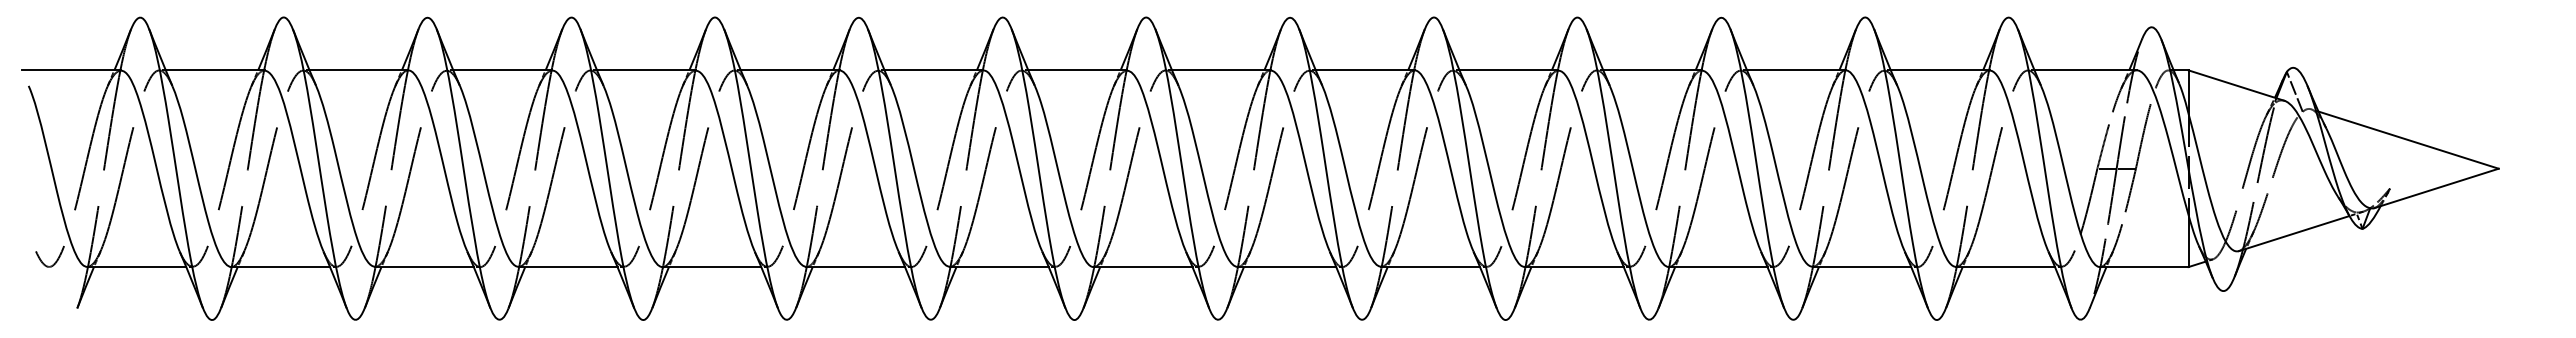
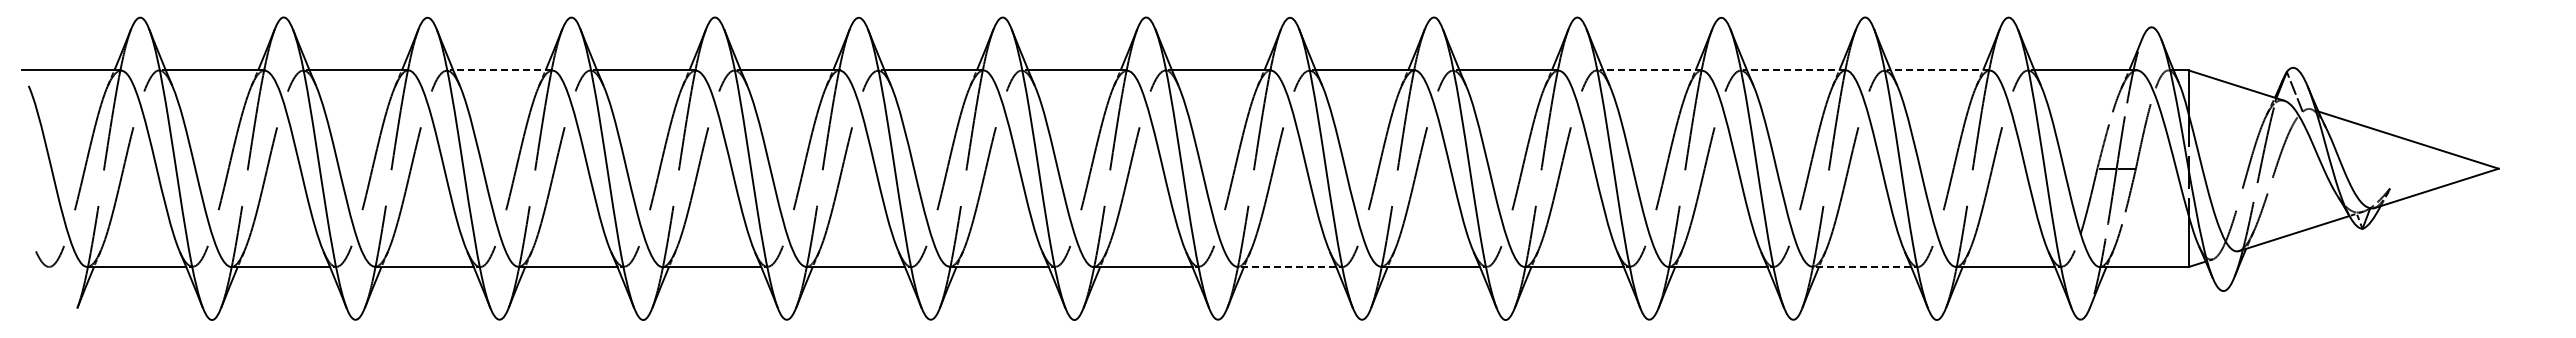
line at (502, 70): solid -> dashed
line at (1652, 70): solid -> dashed
line at (1795, 70): solid -> dashed
line at (1939, 70): solid -> dashed
line at (1286, 267): solid -> dashed
line at (1861, 267): solid -> dashed
